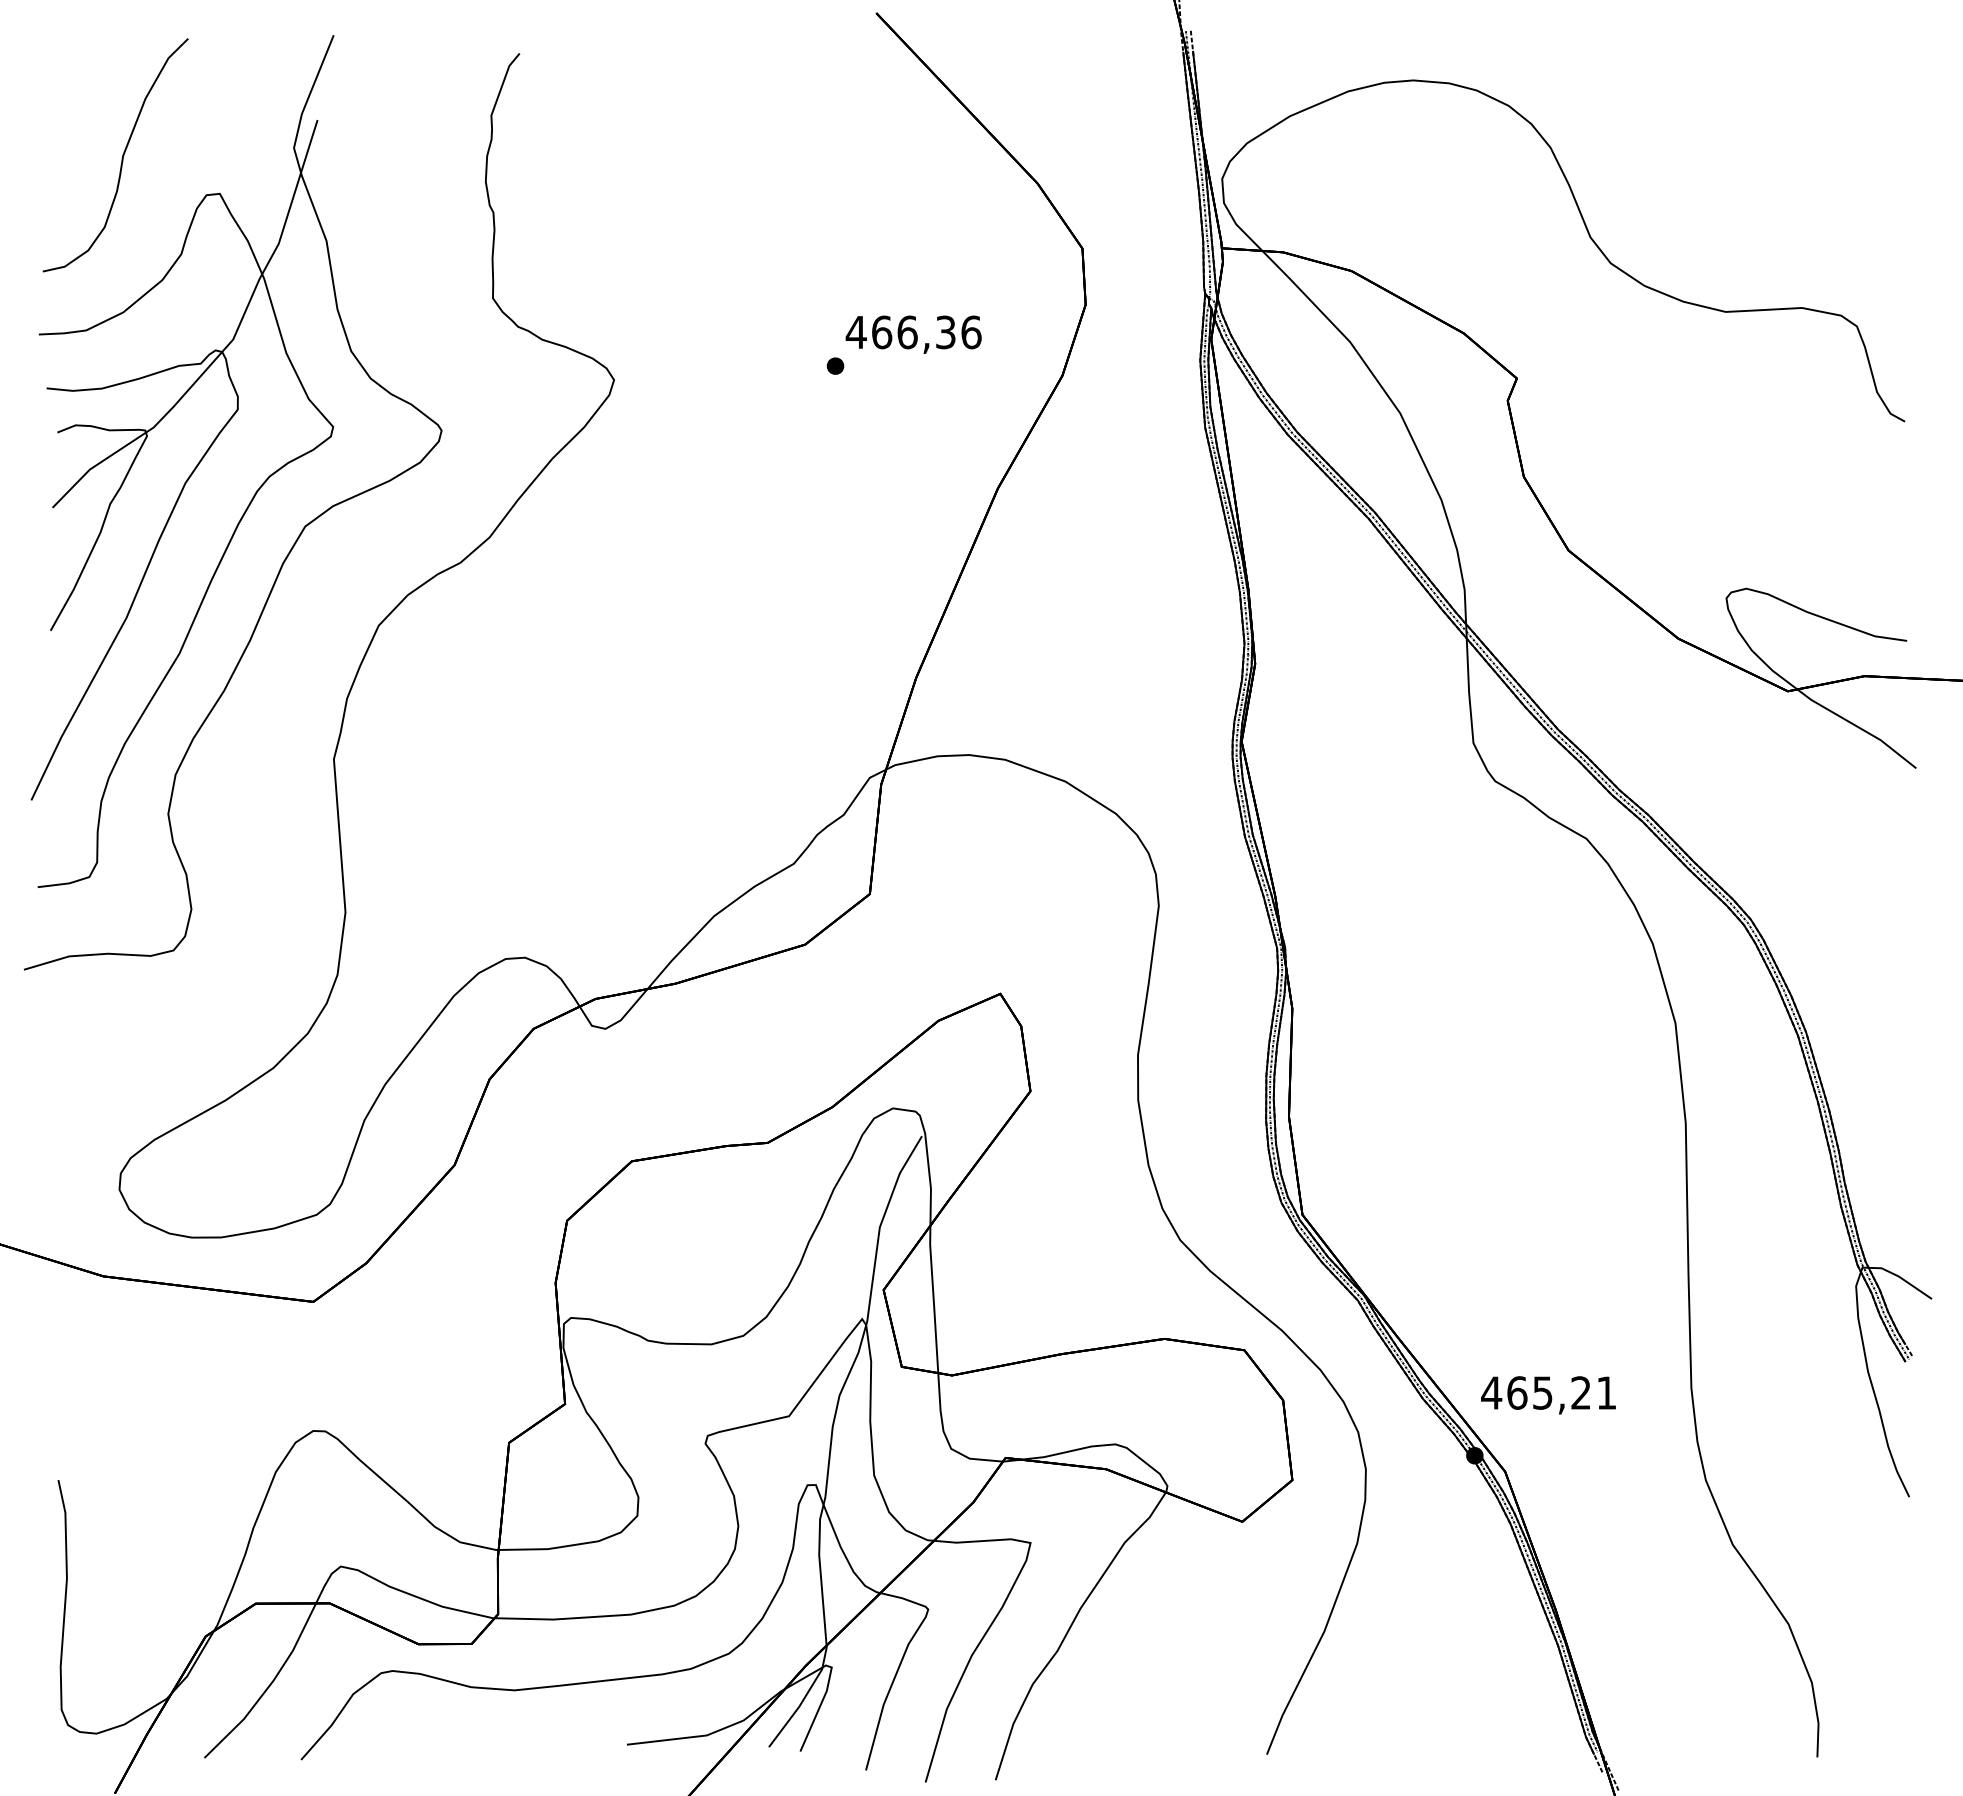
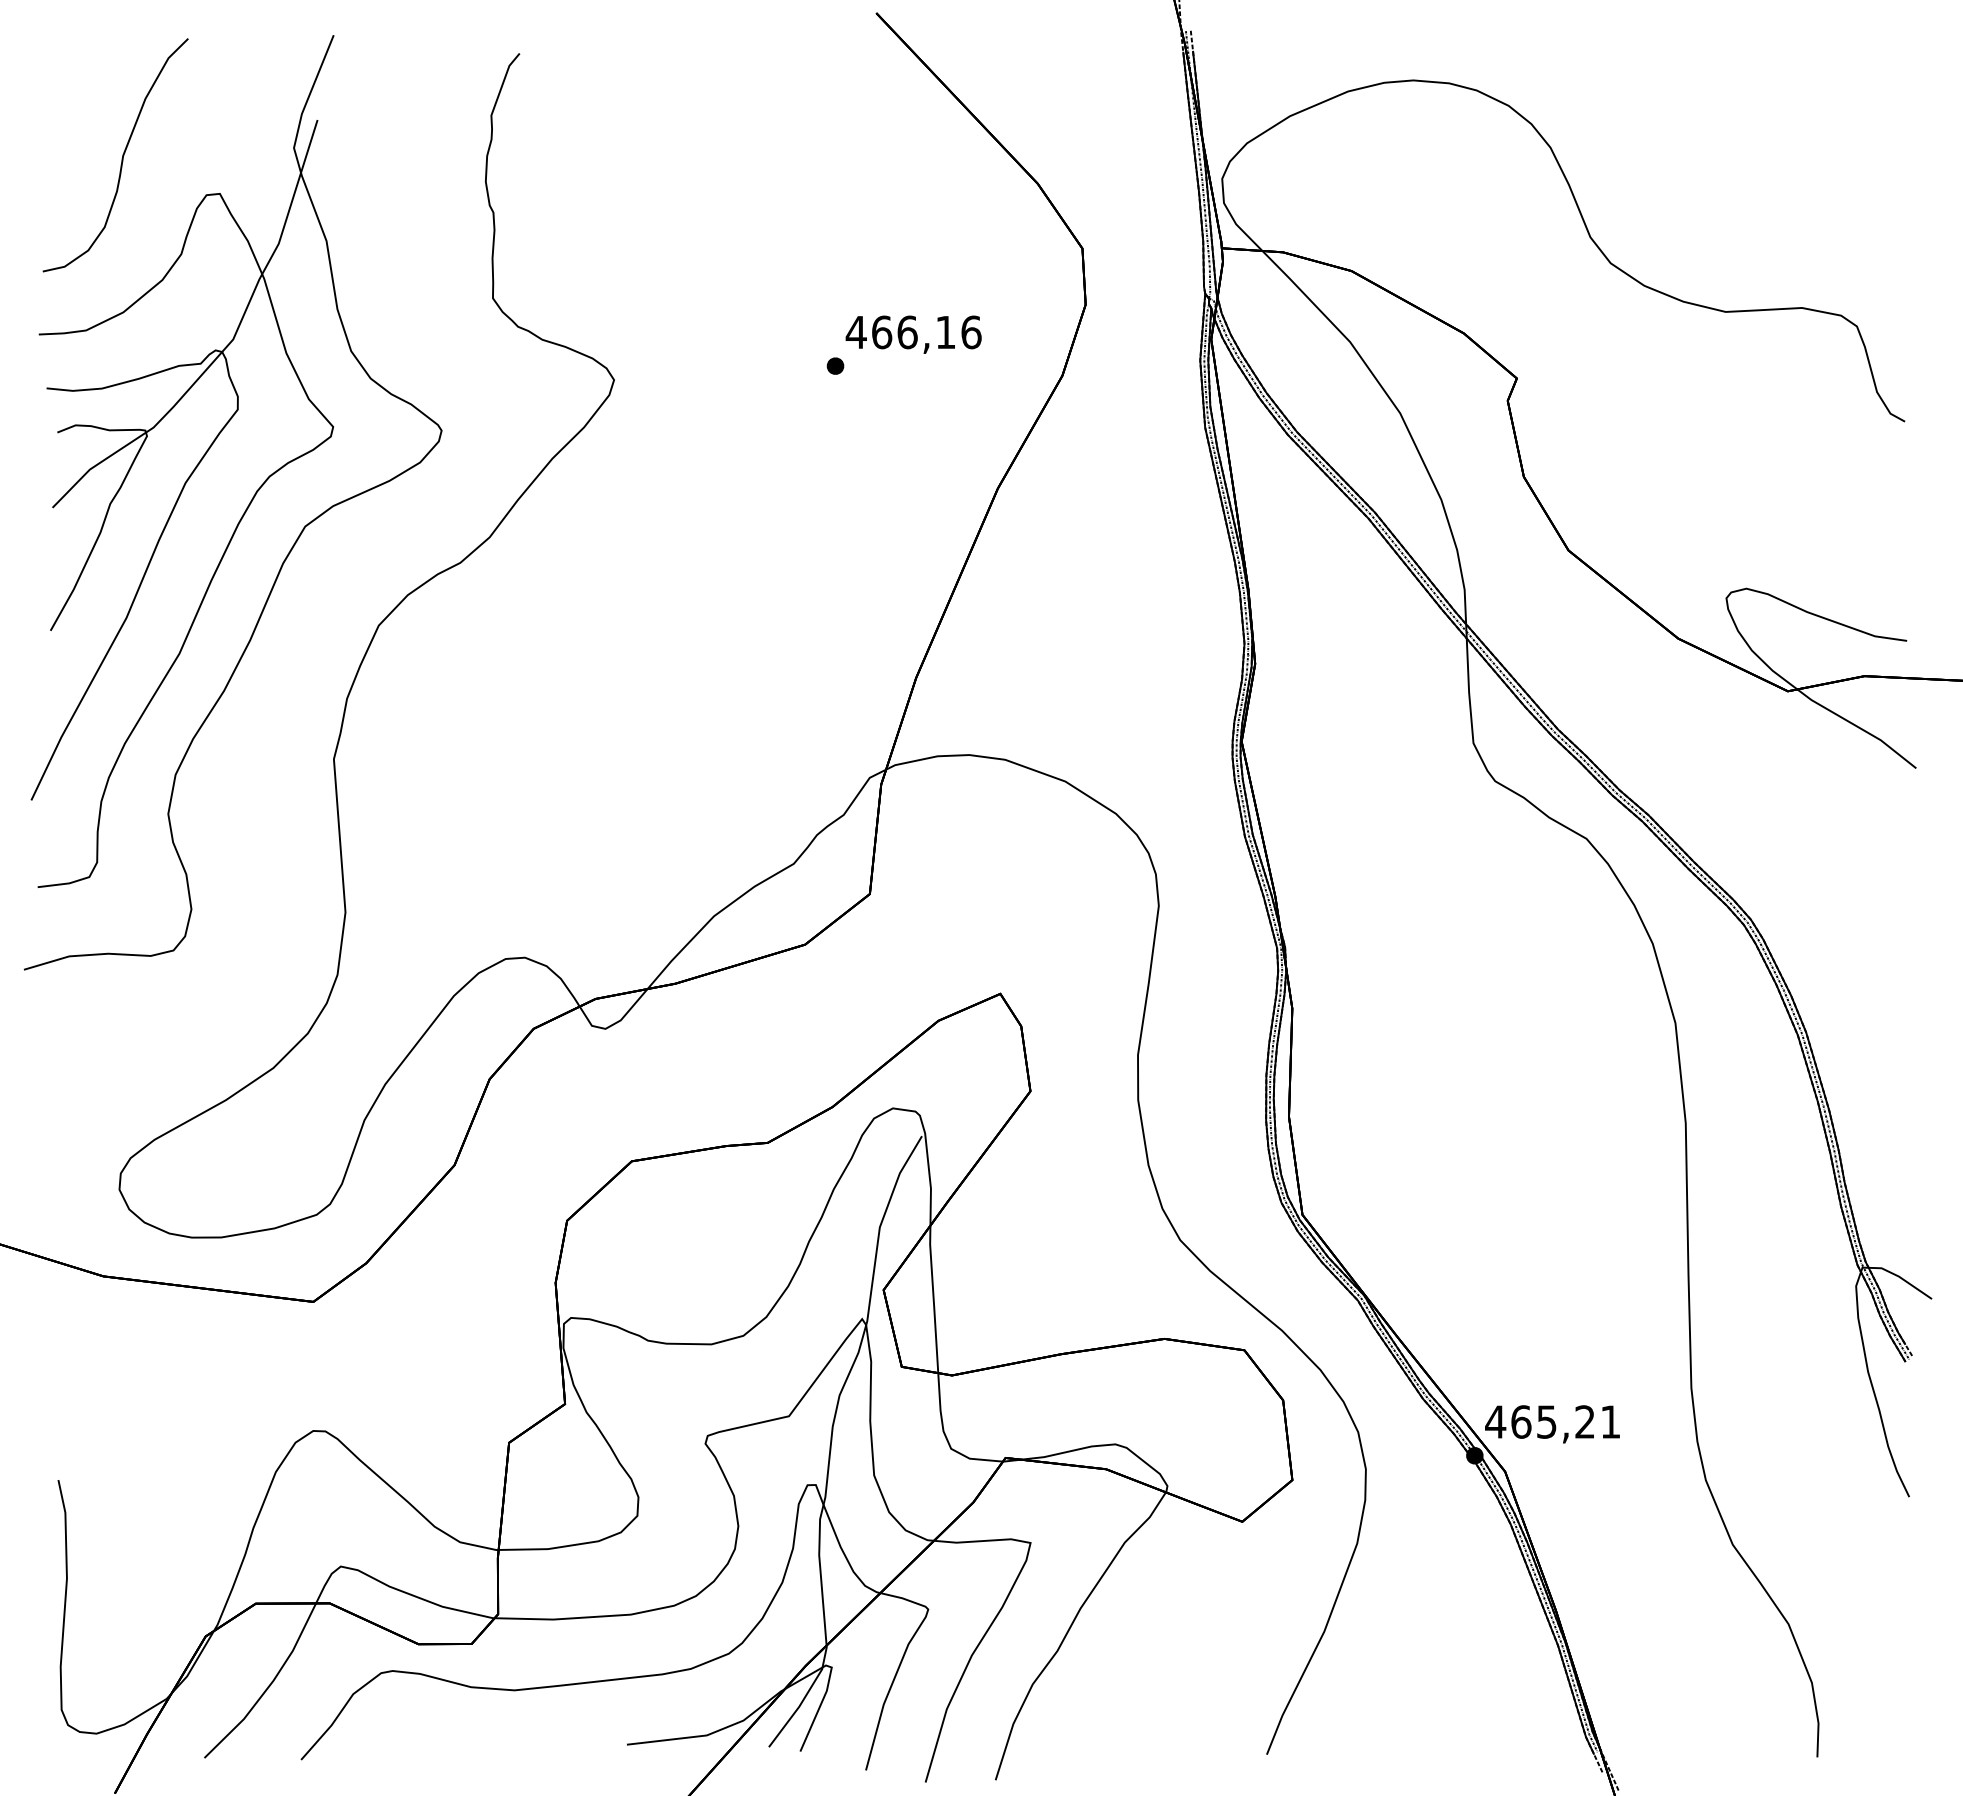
text at (945, 332): 466,36 -> 466,16
text at (1548, 1395) position: (1548, 1395) -> (1552, 1424)
